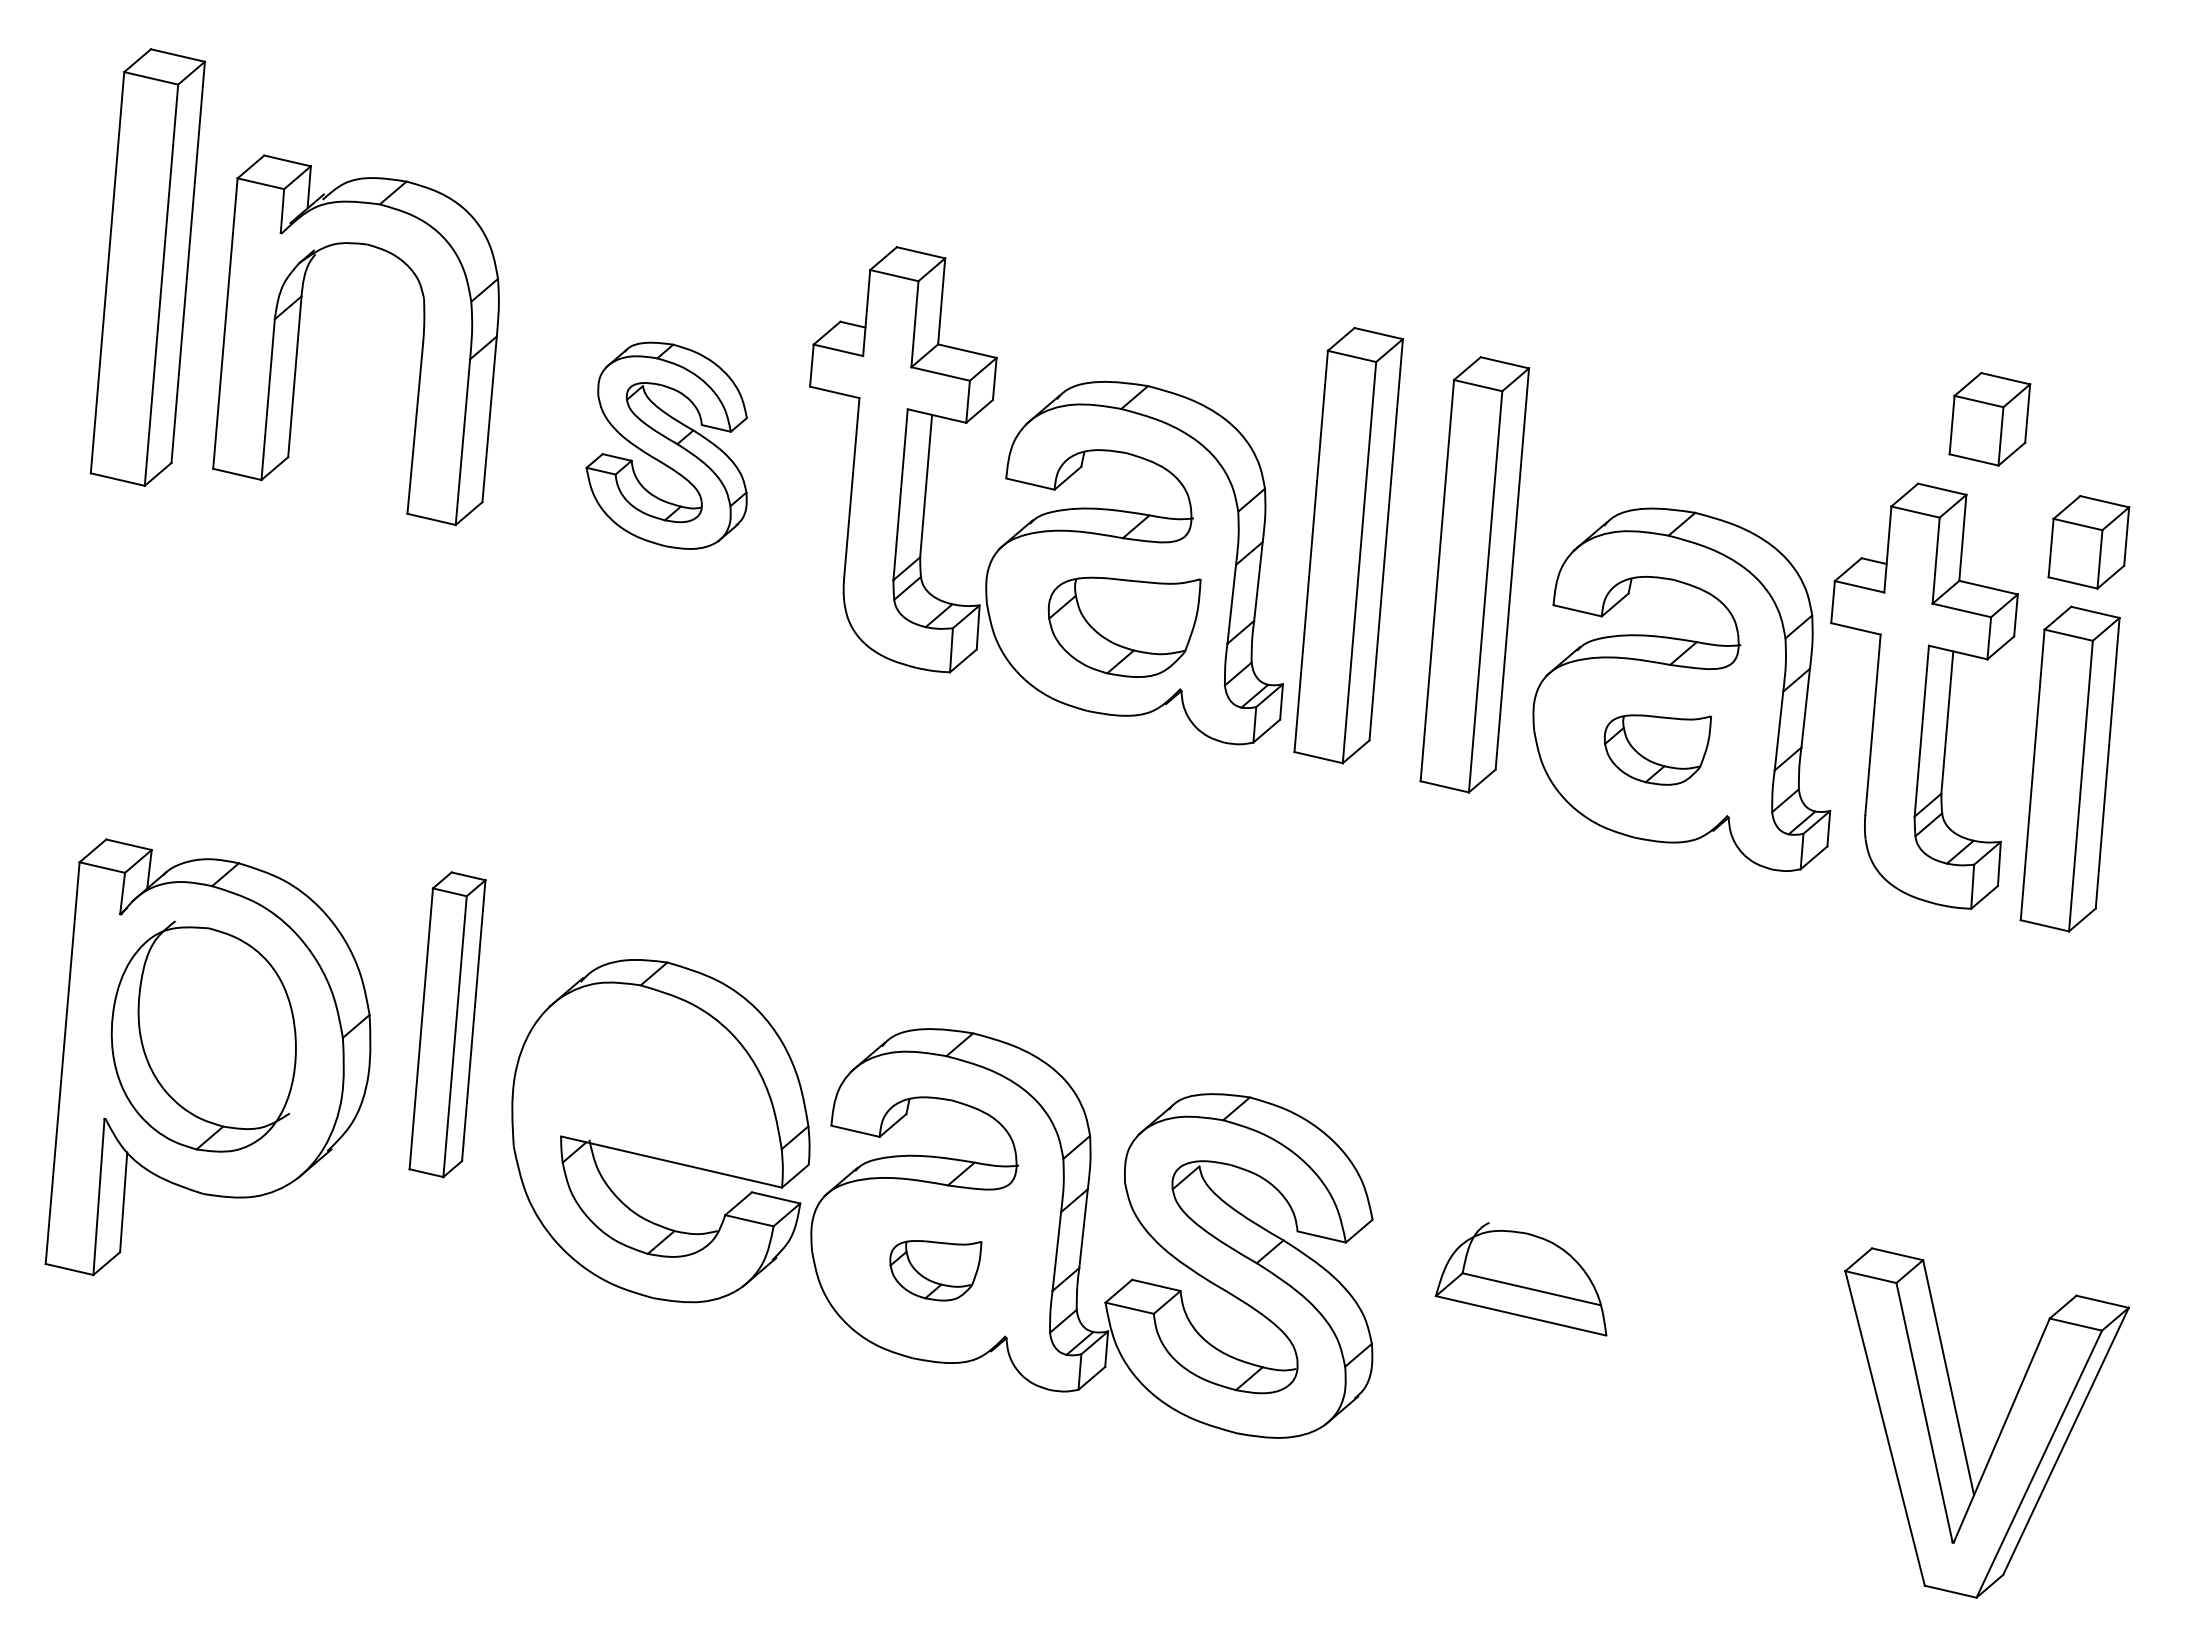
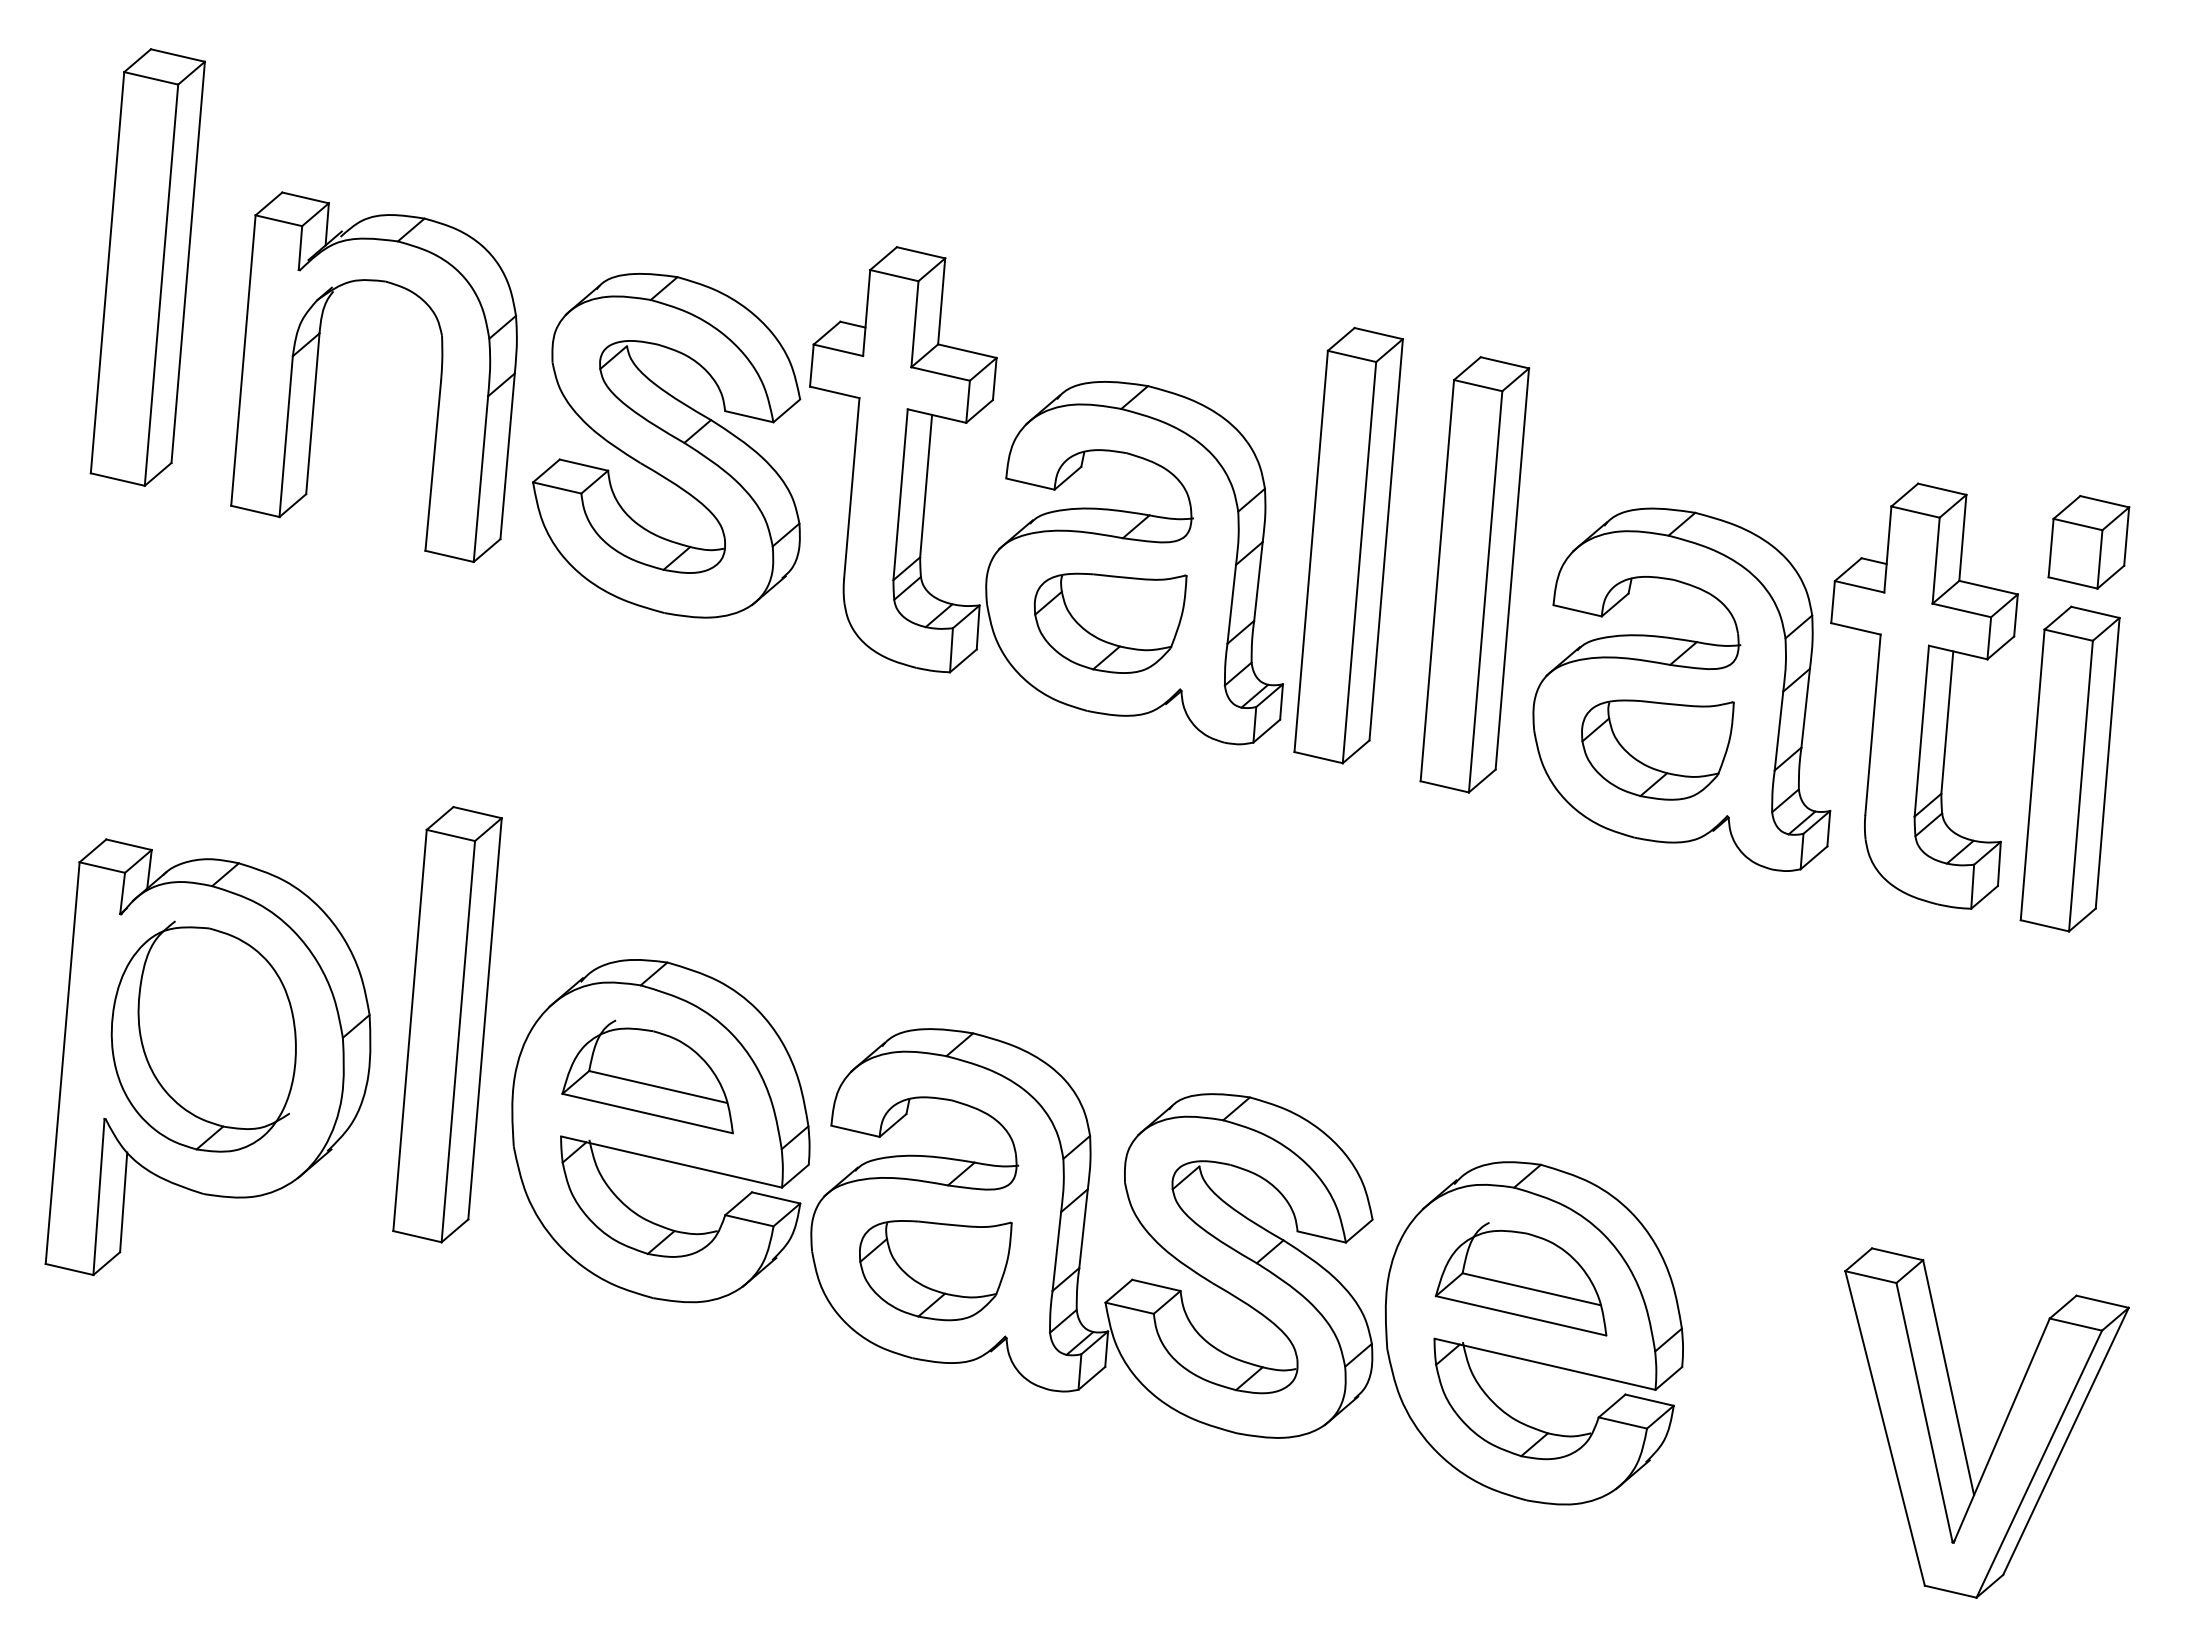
part at (299, 336) position: (299, 336) -> (317, 373)
part at (1989, 419): present -> none
part at (666, 445) size: 163x209 px -> 270x346 px
part at (1124, 626) position: (1124, 626) -> (1110, 622)
part at (1657, 749) size: 110x72 px -> 154x102 px
part at (447, 1024) size: 79x308 px -> 111x438 px
part at (647, 1076): none -> present
part at (935, 1270) size: 94x62 px -> 154x102 px
part at (1533, 1333): none -> present
